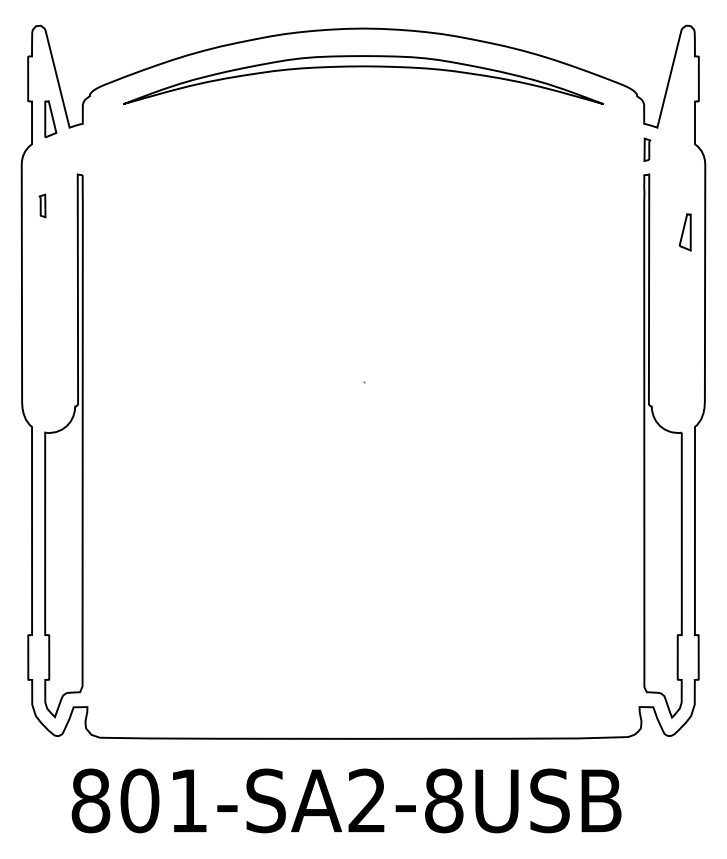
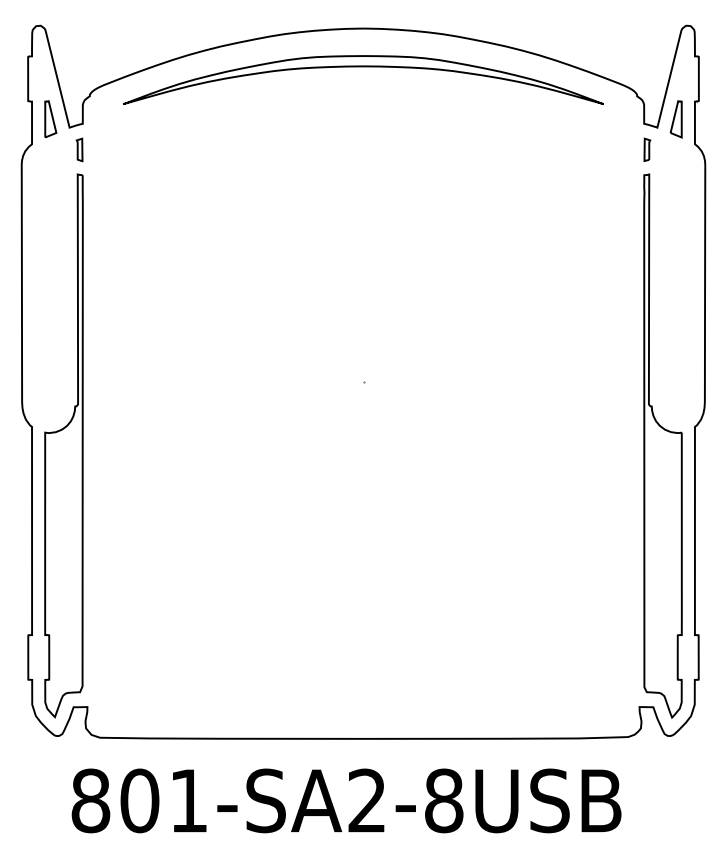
part at (42, 205) position: (42, 205) -> (79, 149)
part at (684, 232) position: (684, 232) -> (675, 119)
